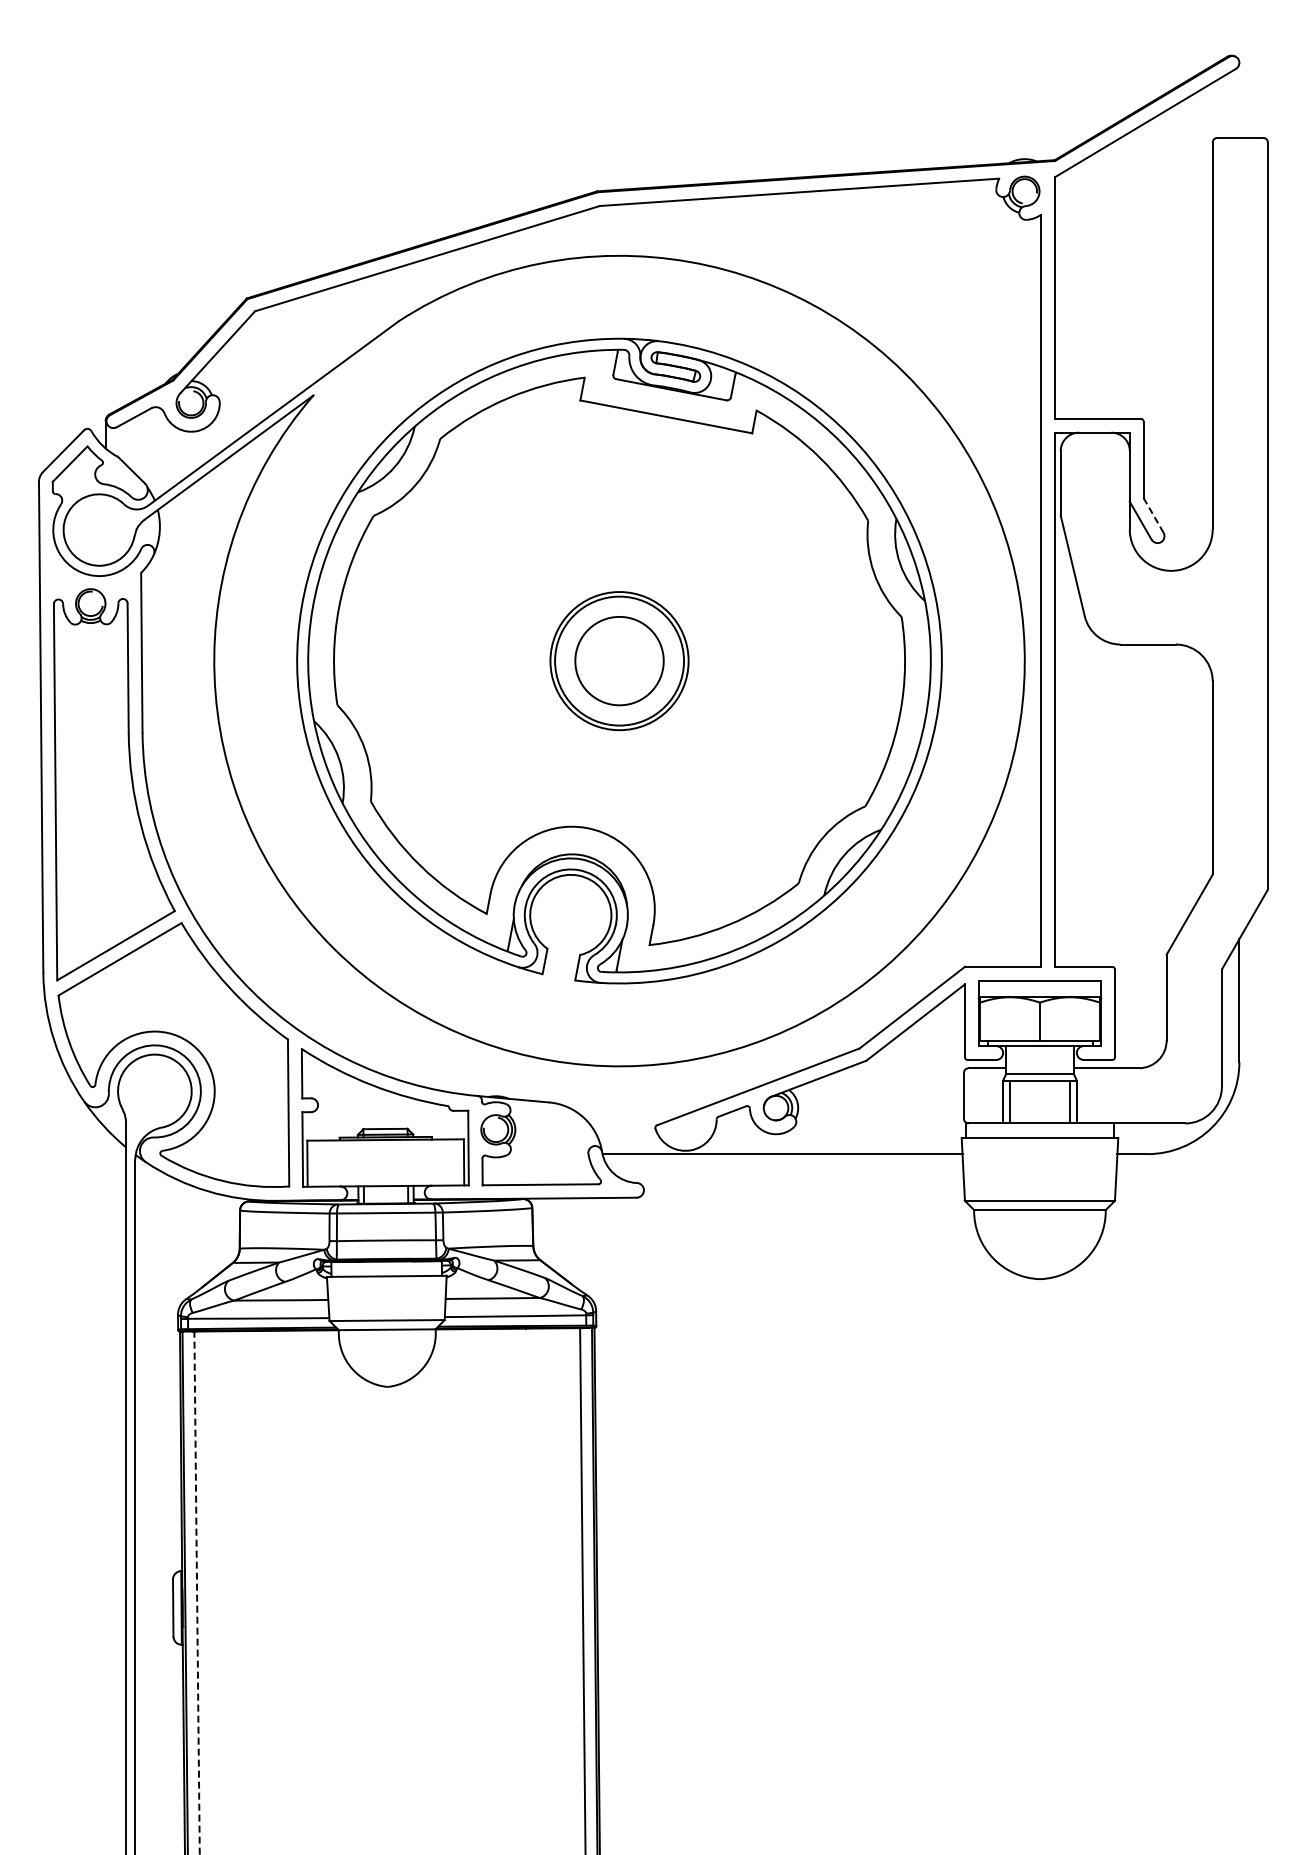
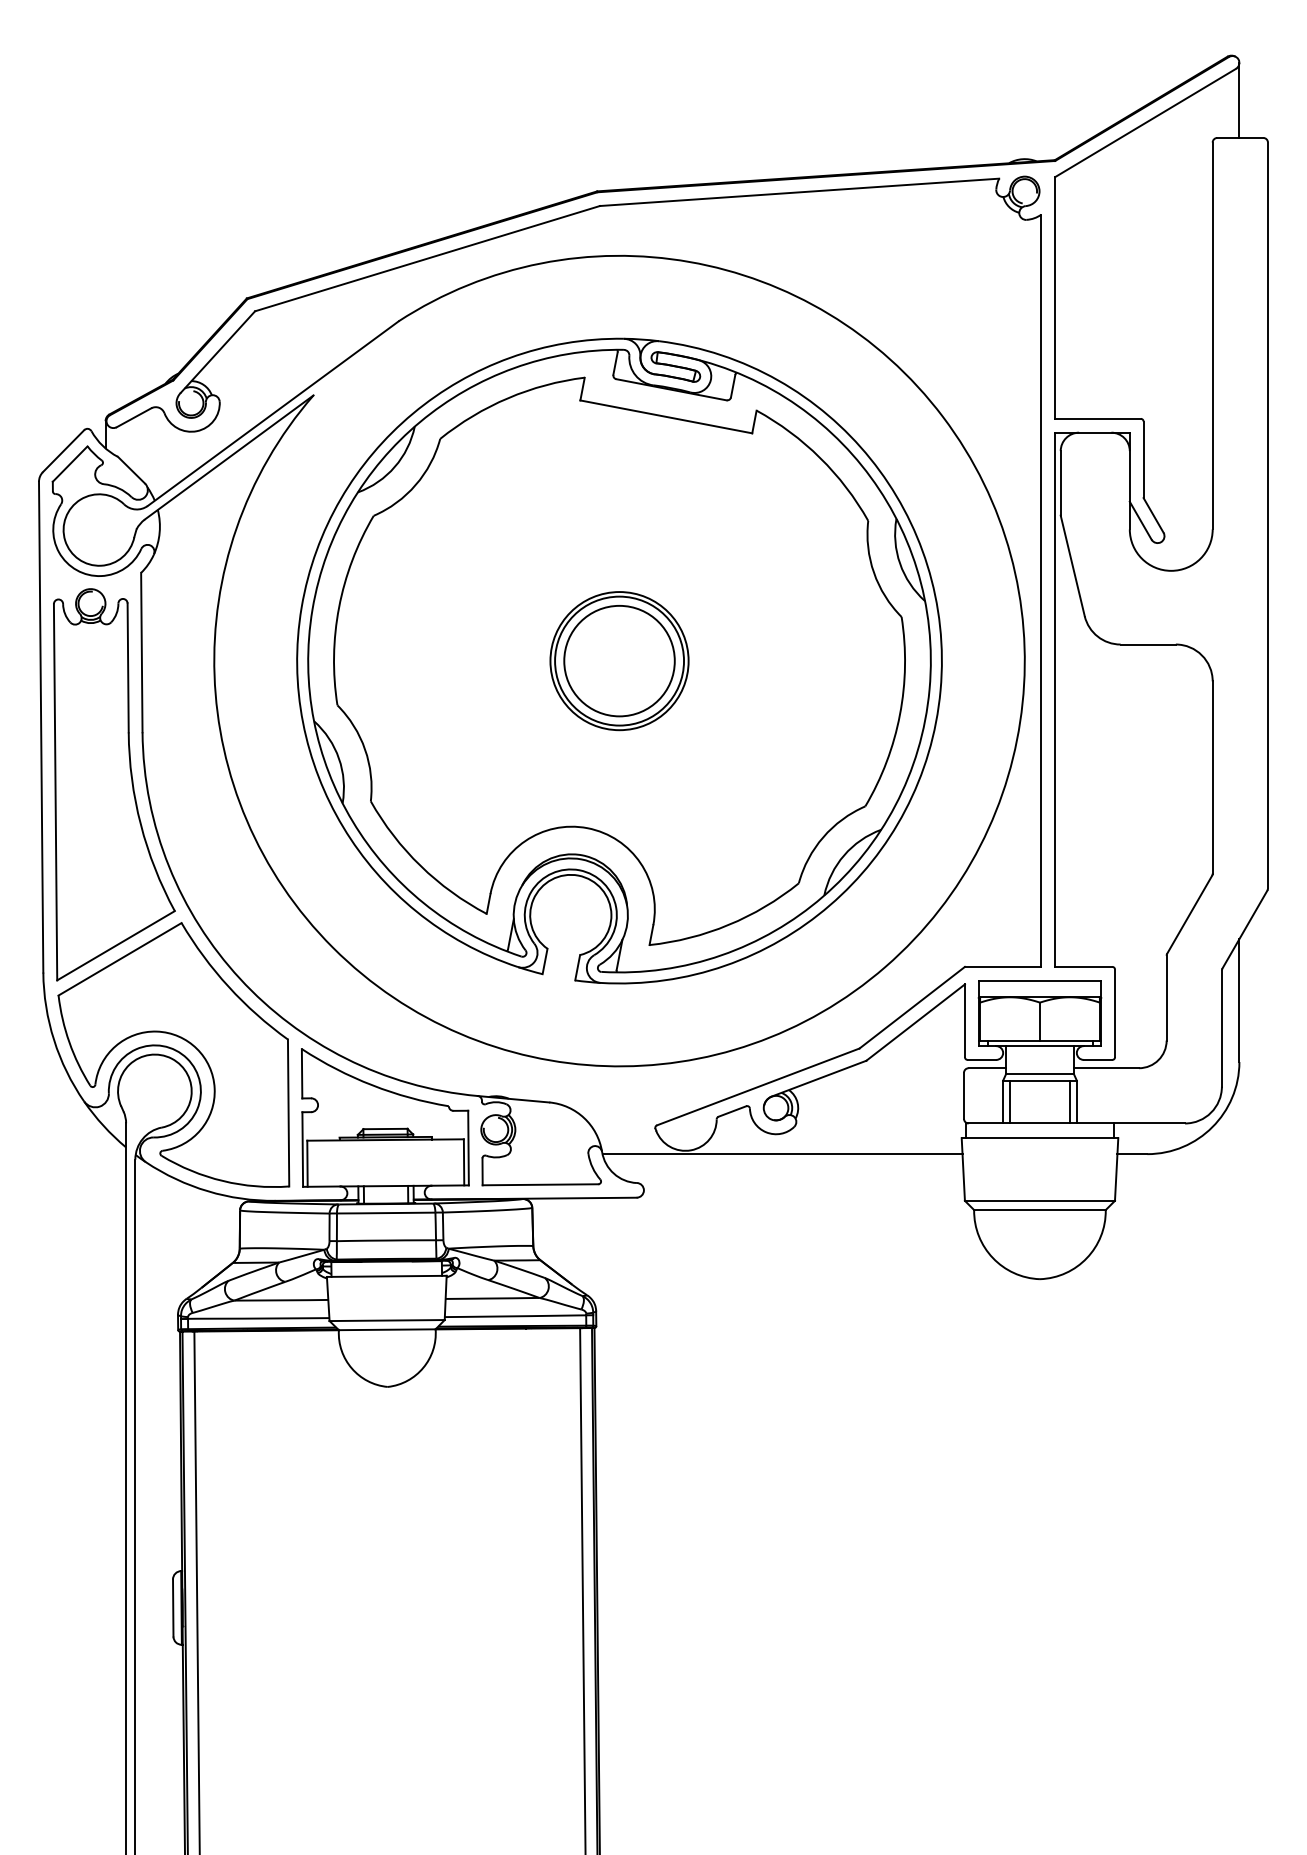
line at (1239, 100): none -> present
line at (1153, 515): dashed -> solid
circle at (619, 660) diameter: 88 px -> 111 px
line at (197, 1592): dashed -> solid
